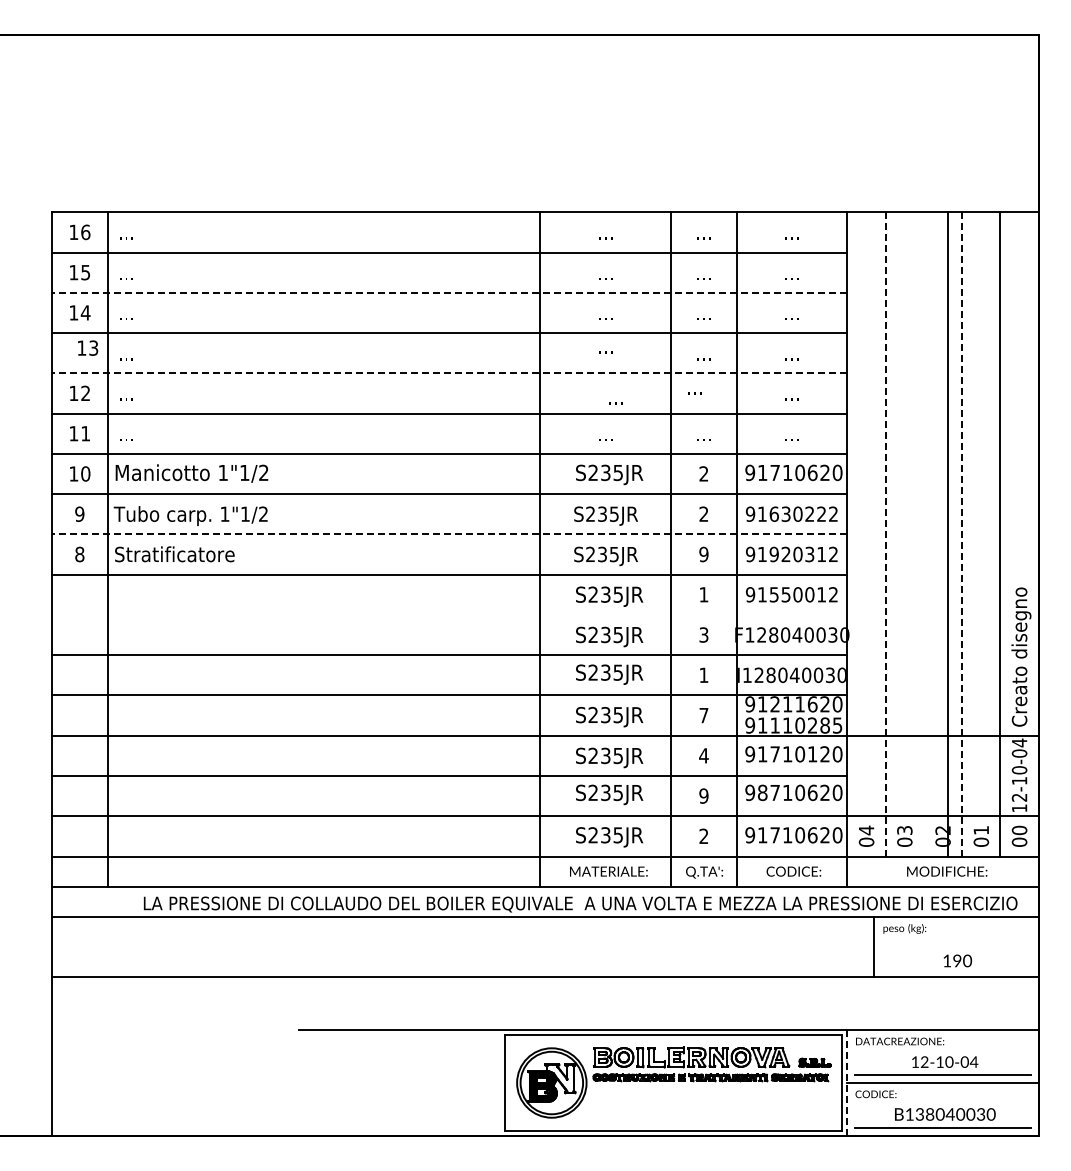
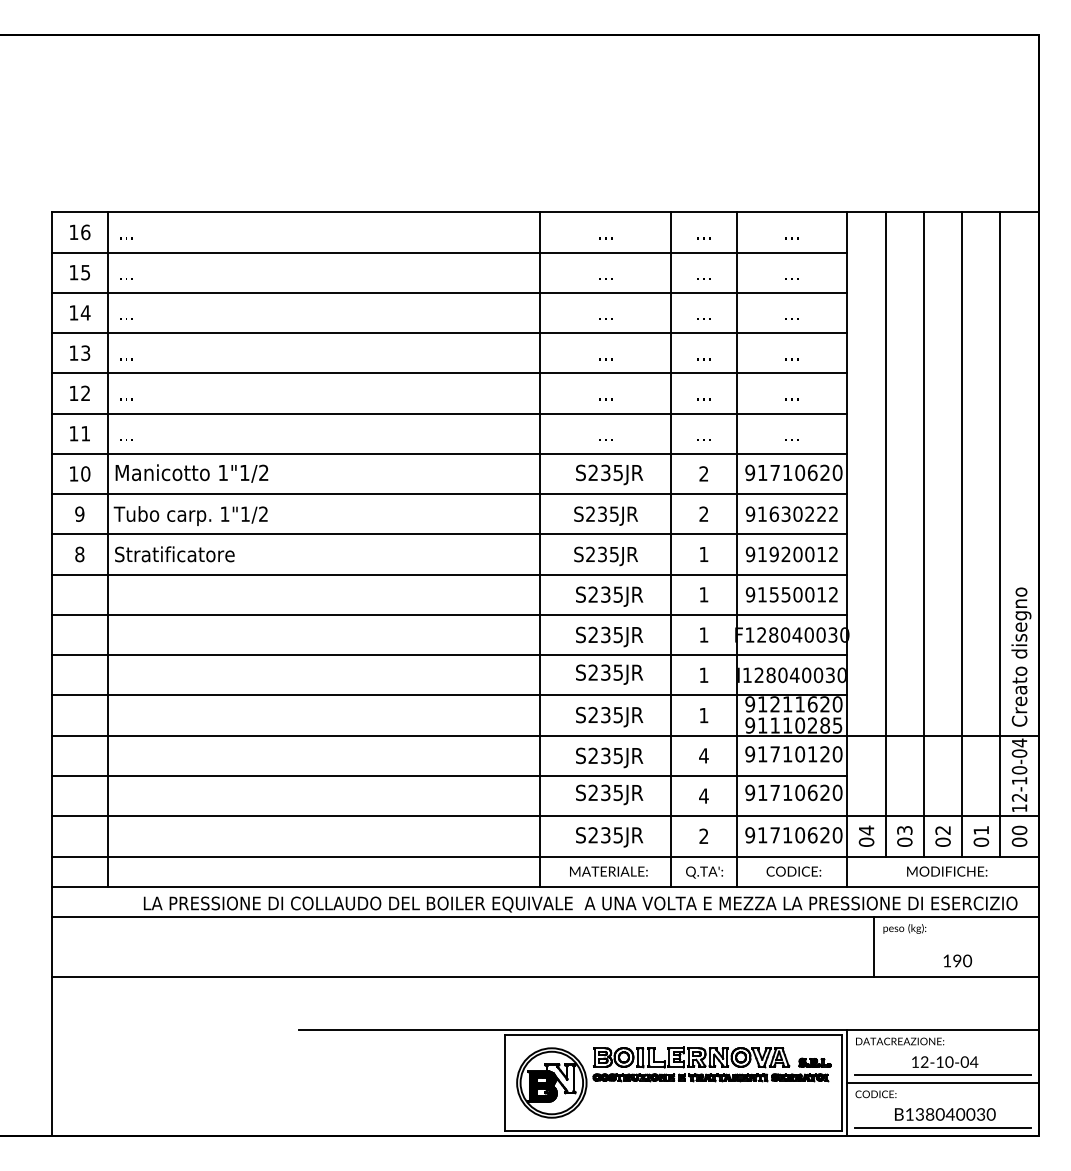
line at (449, 292): dashed -> solid
text at (88, 347) position: (88, 347) -> (80, 352)
text at (605, 352) position: (605, 352) -> (605, 359)
line at (449, 373): dashed -> solid
text at (694, 393) position: (694, 393) -> (703, 399)
text at (615, 403) position: (615, 403) -> (605, 399)
line at (885, 533): dashed -> solid
line at (962, 533): dashed -> solid
line at (449, 534): dashed -> solid
line at (947, 534) position: (947, 534) -> (923, 534)
text at (703, 554): 9 -> 1
text at (809, 554): 91920312 -> 91920012
line at (449, 614): none -> present
text at (703, 634): 3 -> 1
text at (703, 715): 7 -> 1
text at (762, 792): 98710620 -> 91710620
text at (703, 795): 9 -> 4
line at (847, 1083): dashed -> solid
